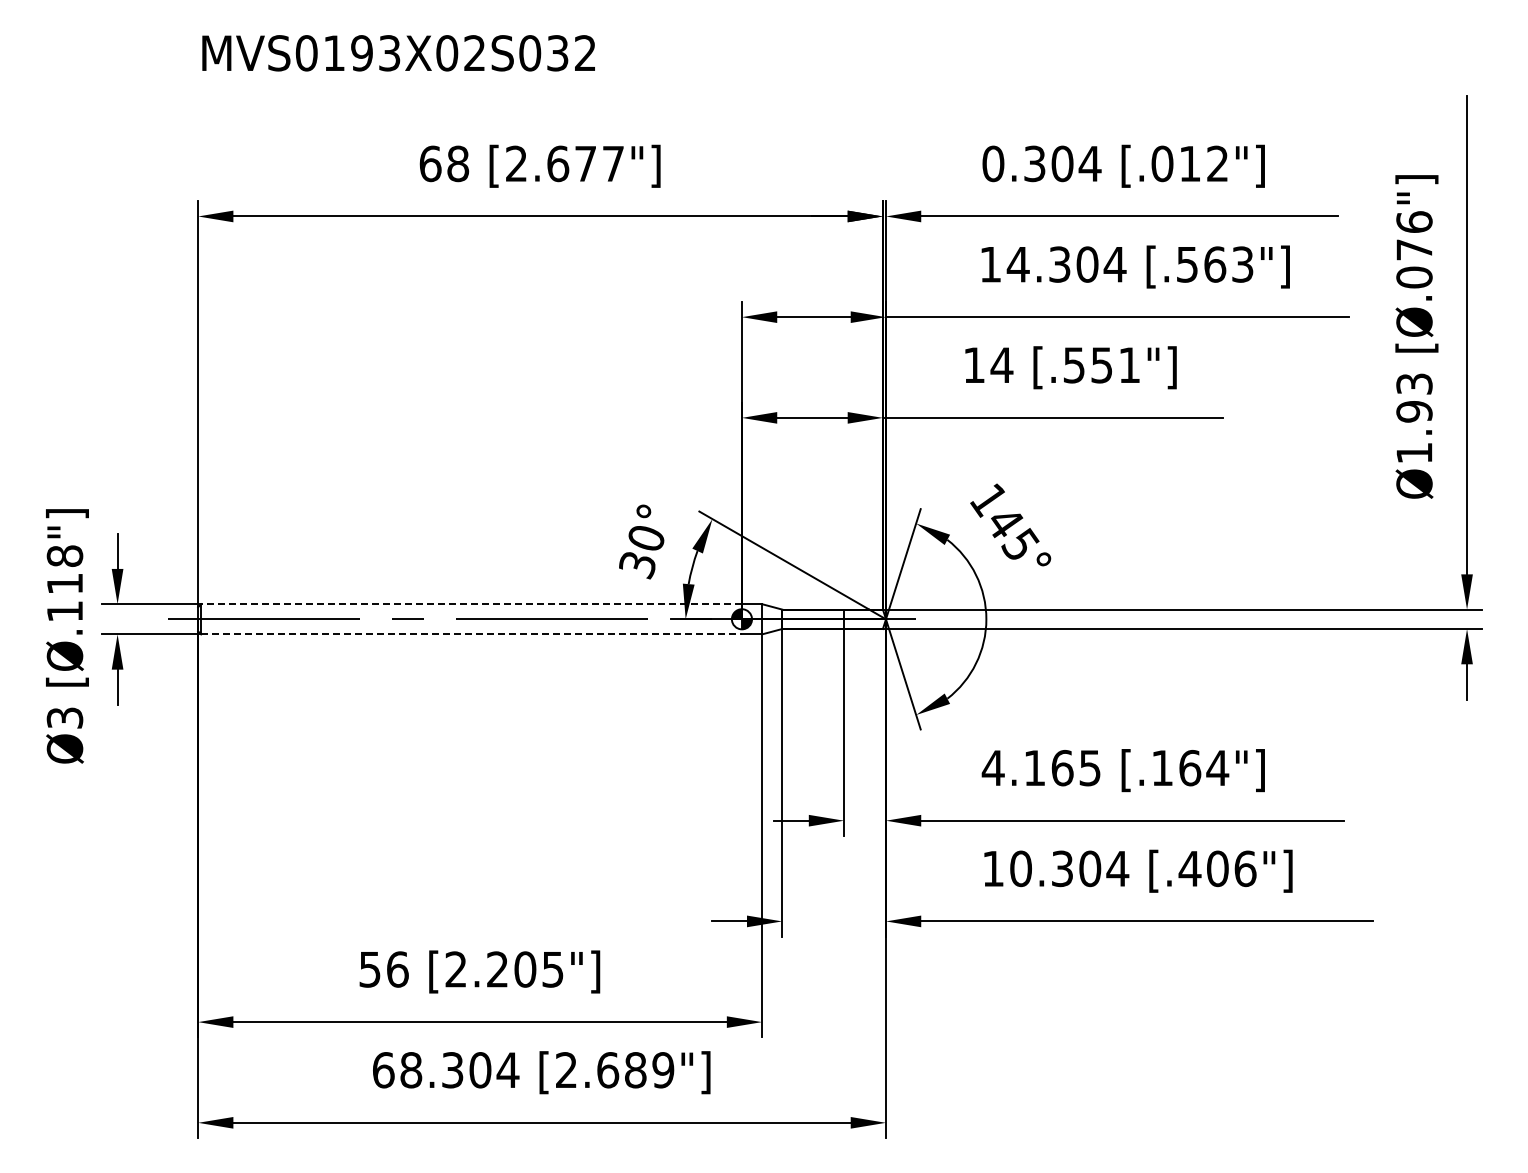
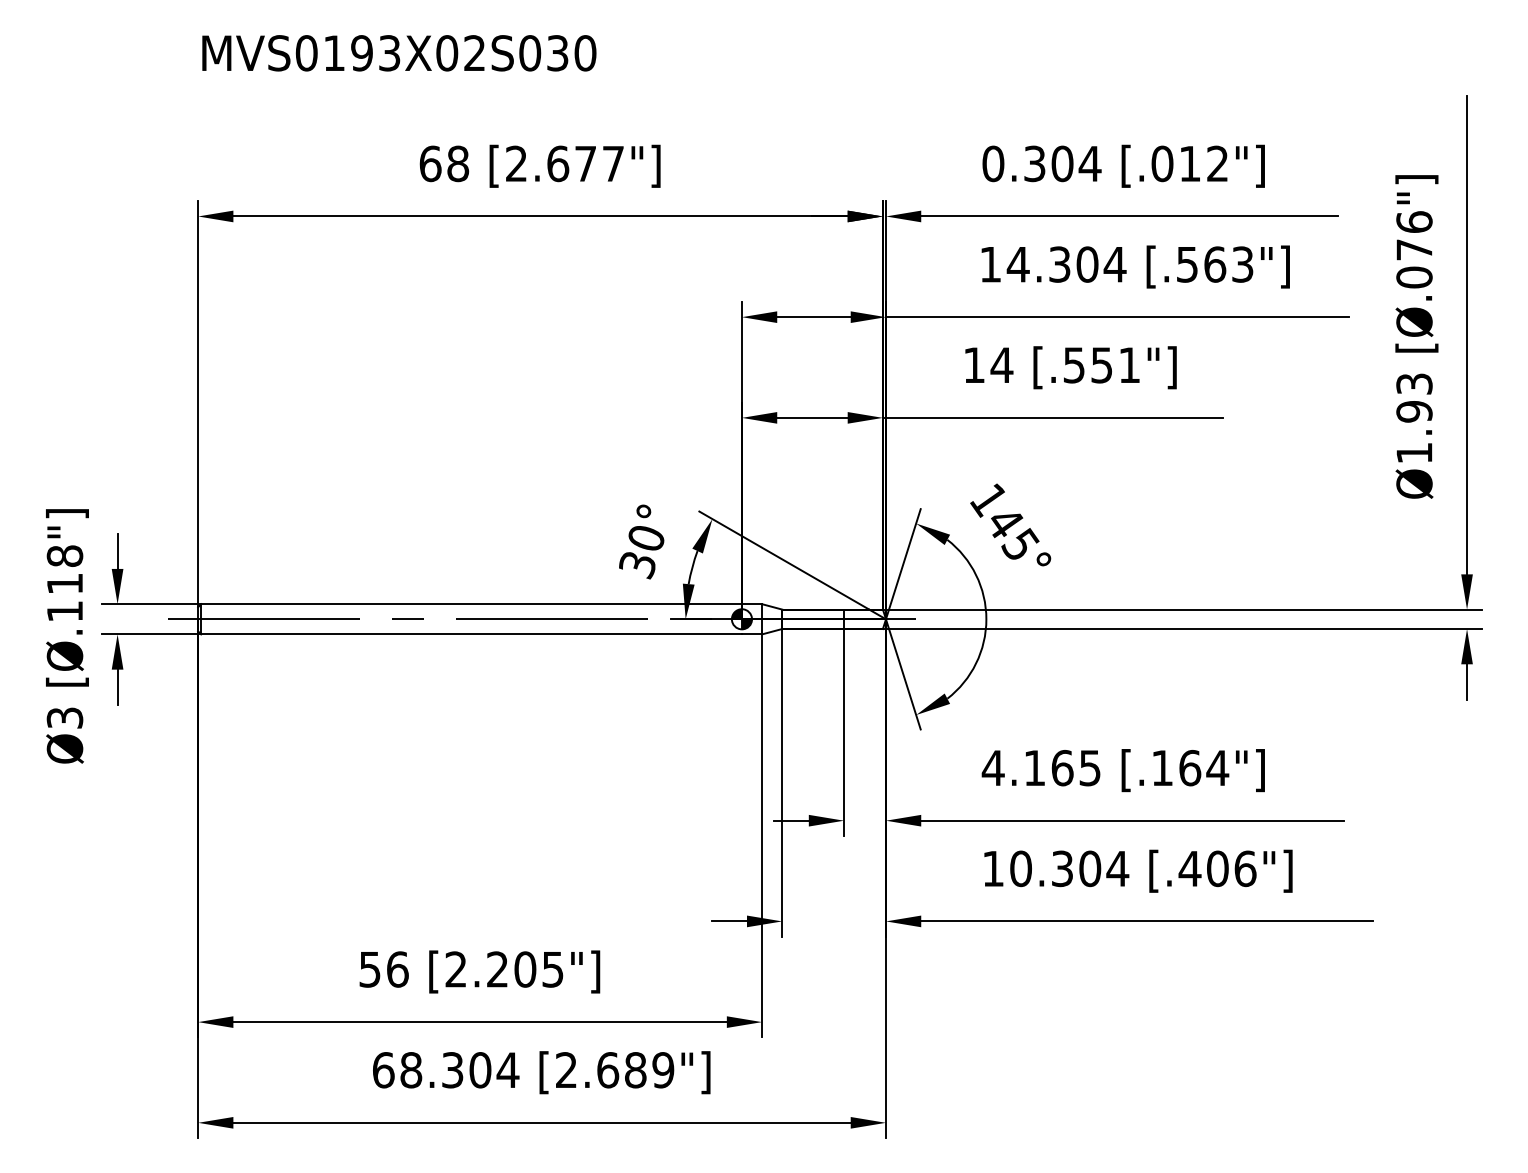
text at (585, 53): MVS0193X02S032 -> MVS0193X02S030
line at (471, 604): dashed -> solid
line at (472, 634): dashed -> solid
